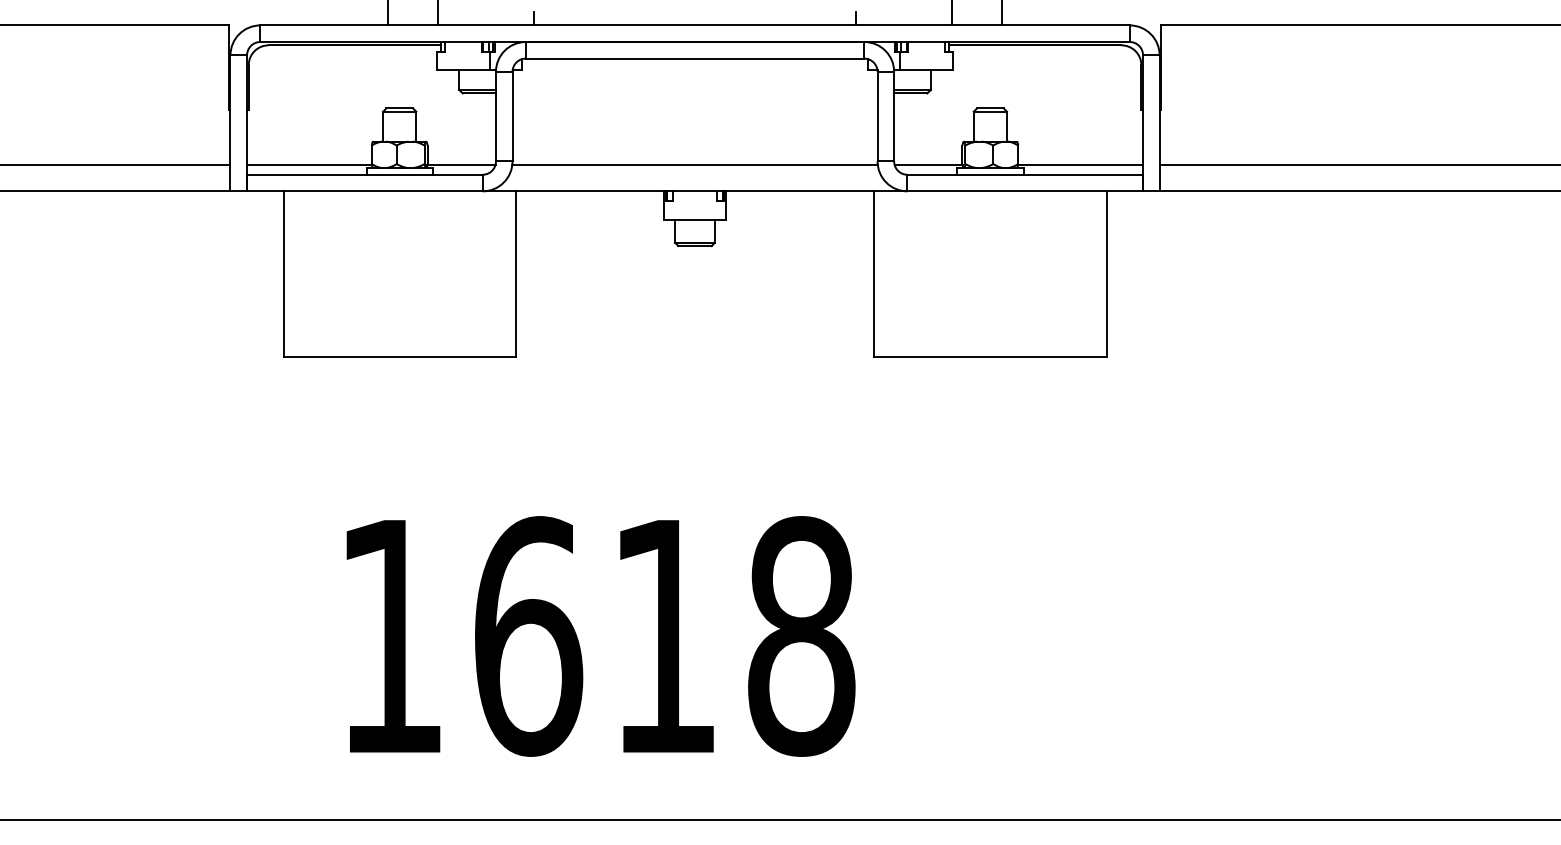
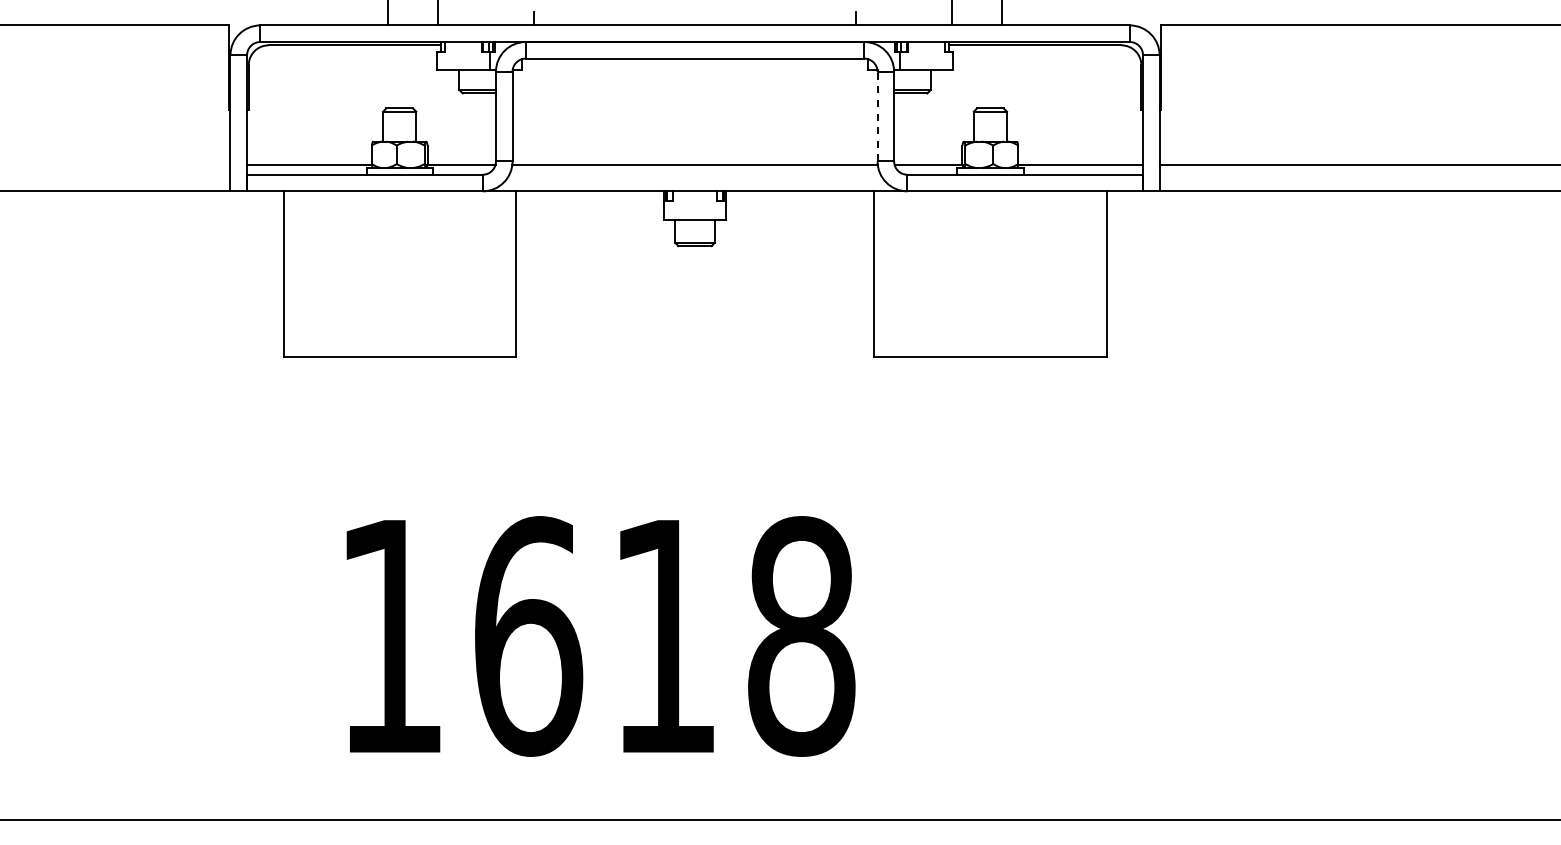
line at (877, 116): solid -> dashed
line at (116, 164): present -> none
